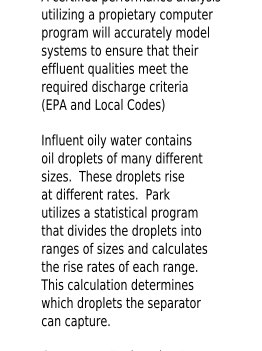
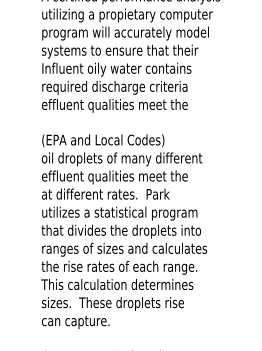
text at (116, 69): effluent qualities meet the -> Influent oily water contains
text at (114, 105): (EPA and Local Codes) -> effluent qualities meet the
text at (116, 141): Influent oily water contains -> (EPA and Local Codes)
text at (114, 177): sizes.  These droplets rise -> effluent qualities meet the
text at (120, 303): which droplets the separator -> sizes.  These droplets rise
